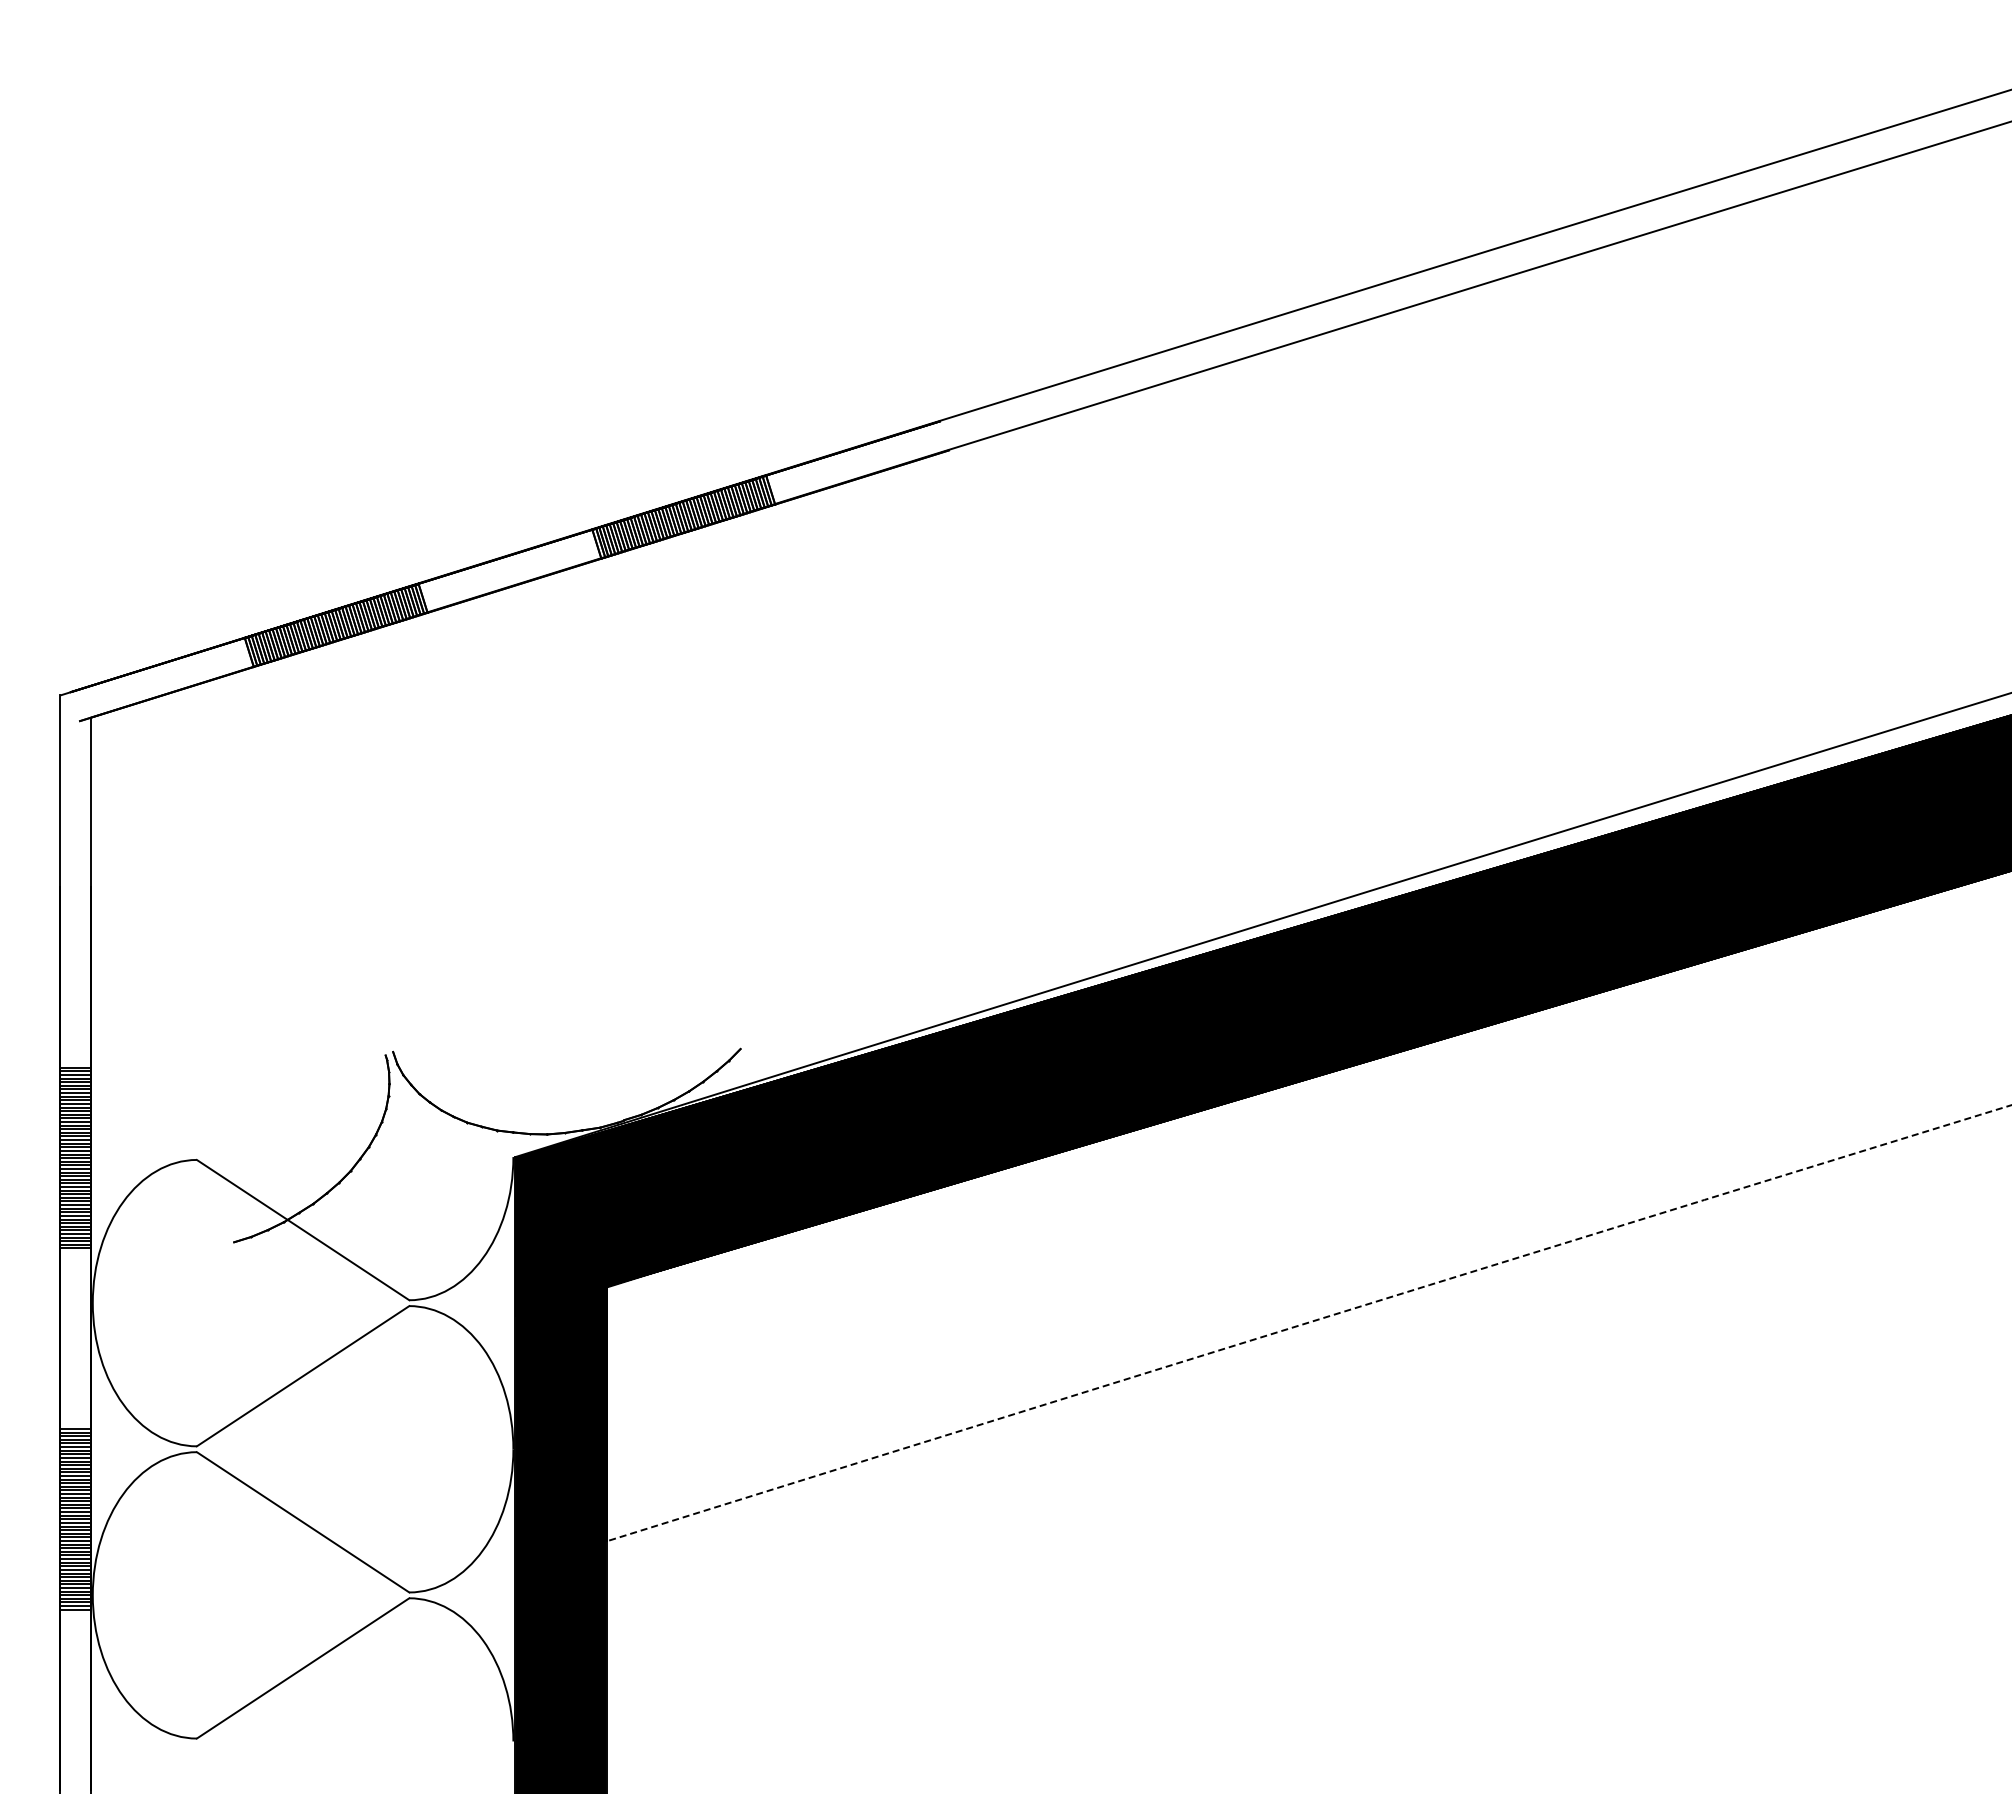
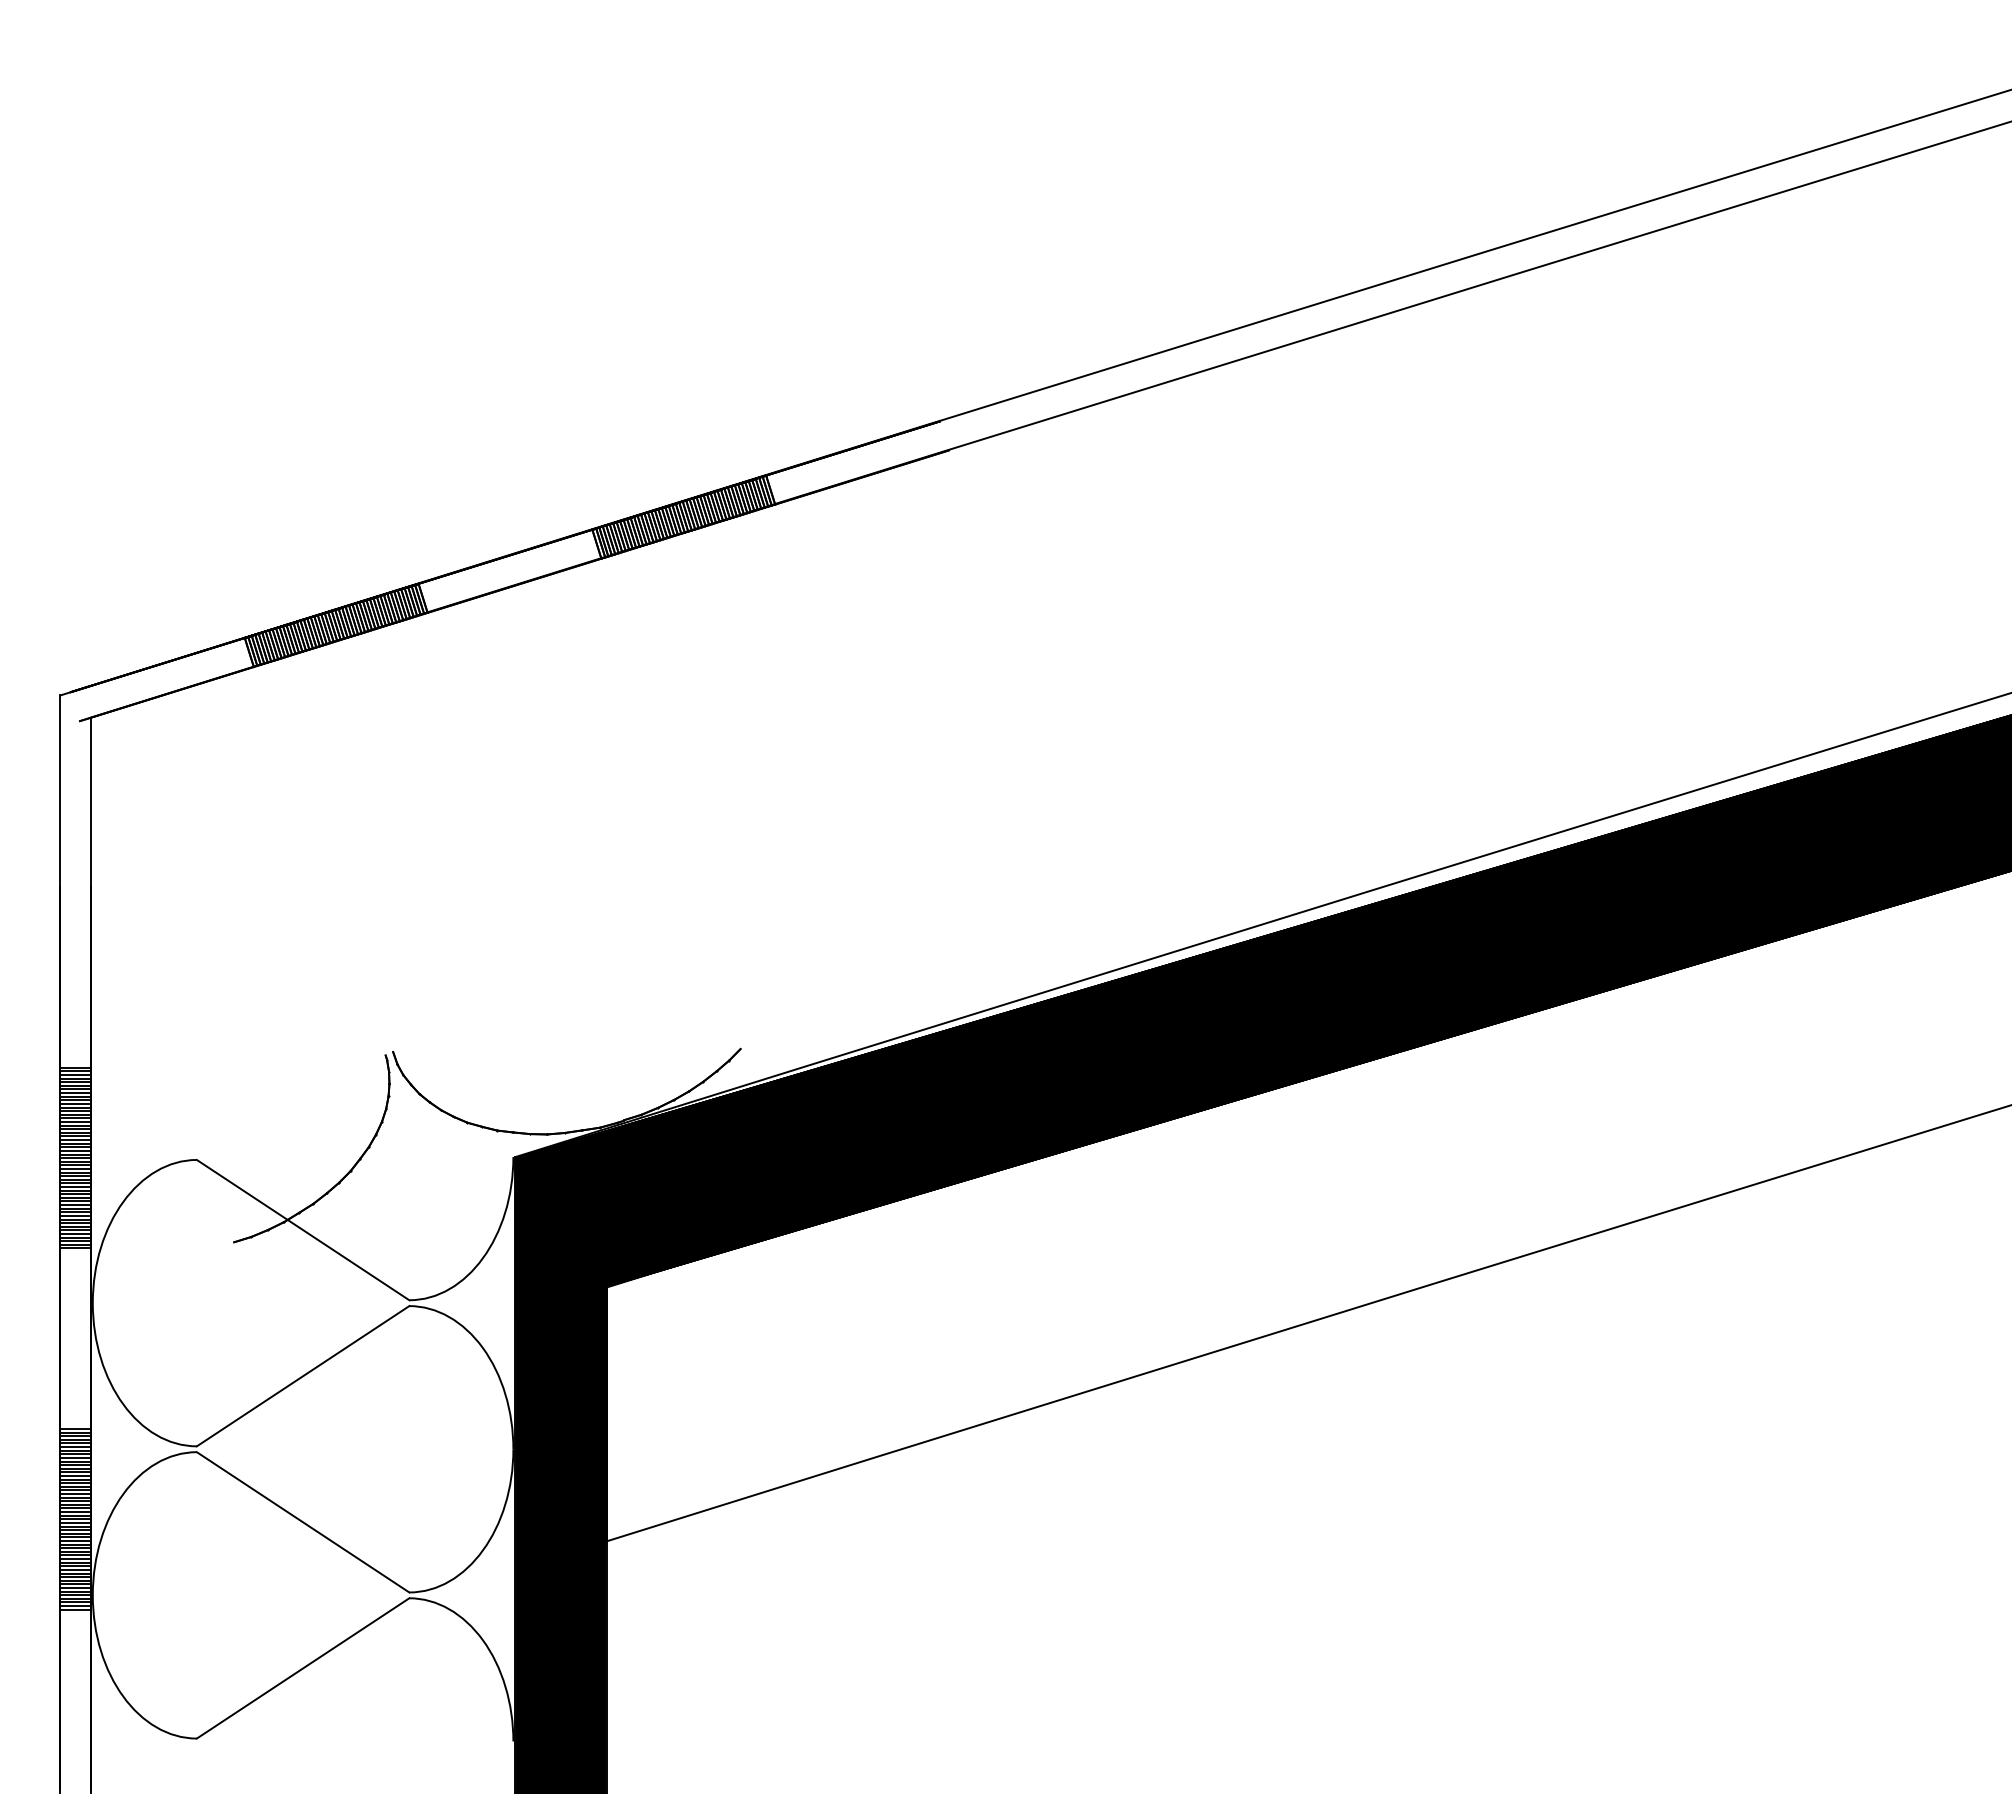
arc at (1308, 1322): dashed -> solid
